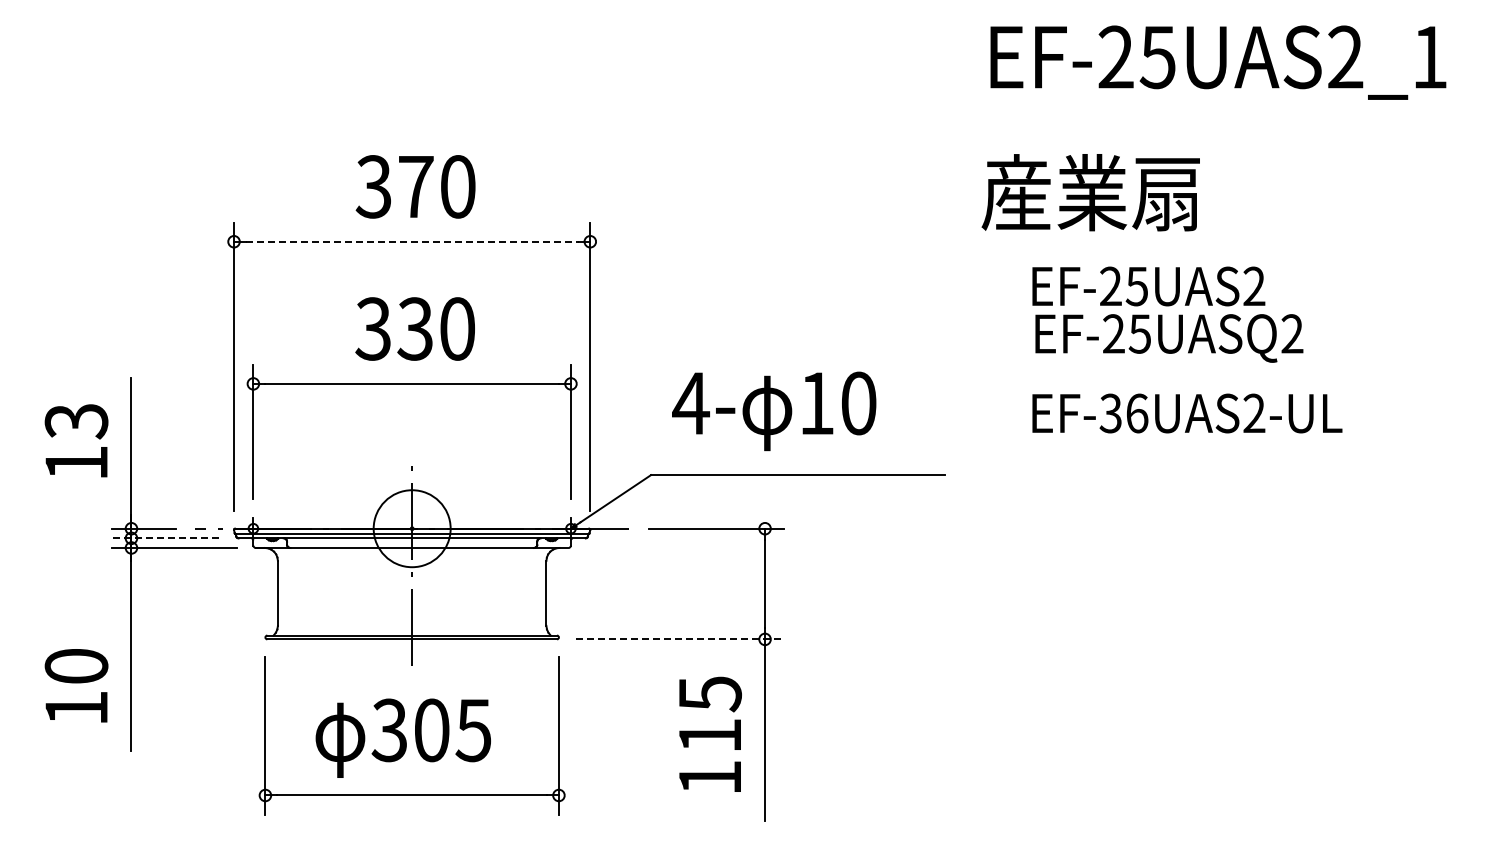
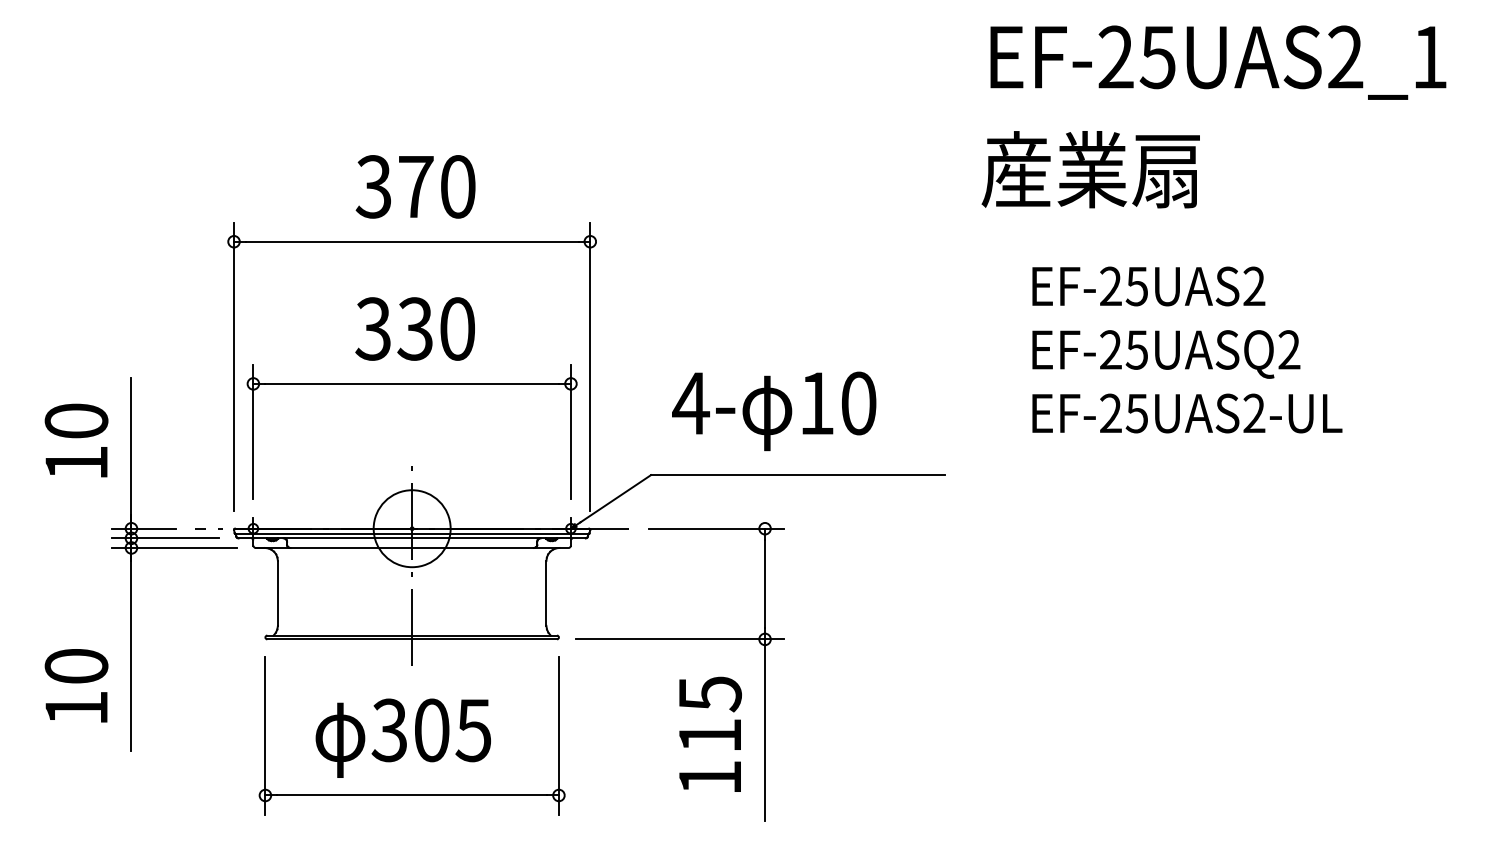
text at (1090, 192) position: (1090, 192) -> (1090, 169)
line at (412, 241): dashed -> solid
text at (1169, 338) position: (1169, 338) -> (1166, 354)
text at (1123, 413): EF-36UAS2-UL -> EF-25UAS2-UL
text at (76, 421): 13 -> 10
line at (165, 538): dashed -> solid
line at (680, 639): dashed -> solid
